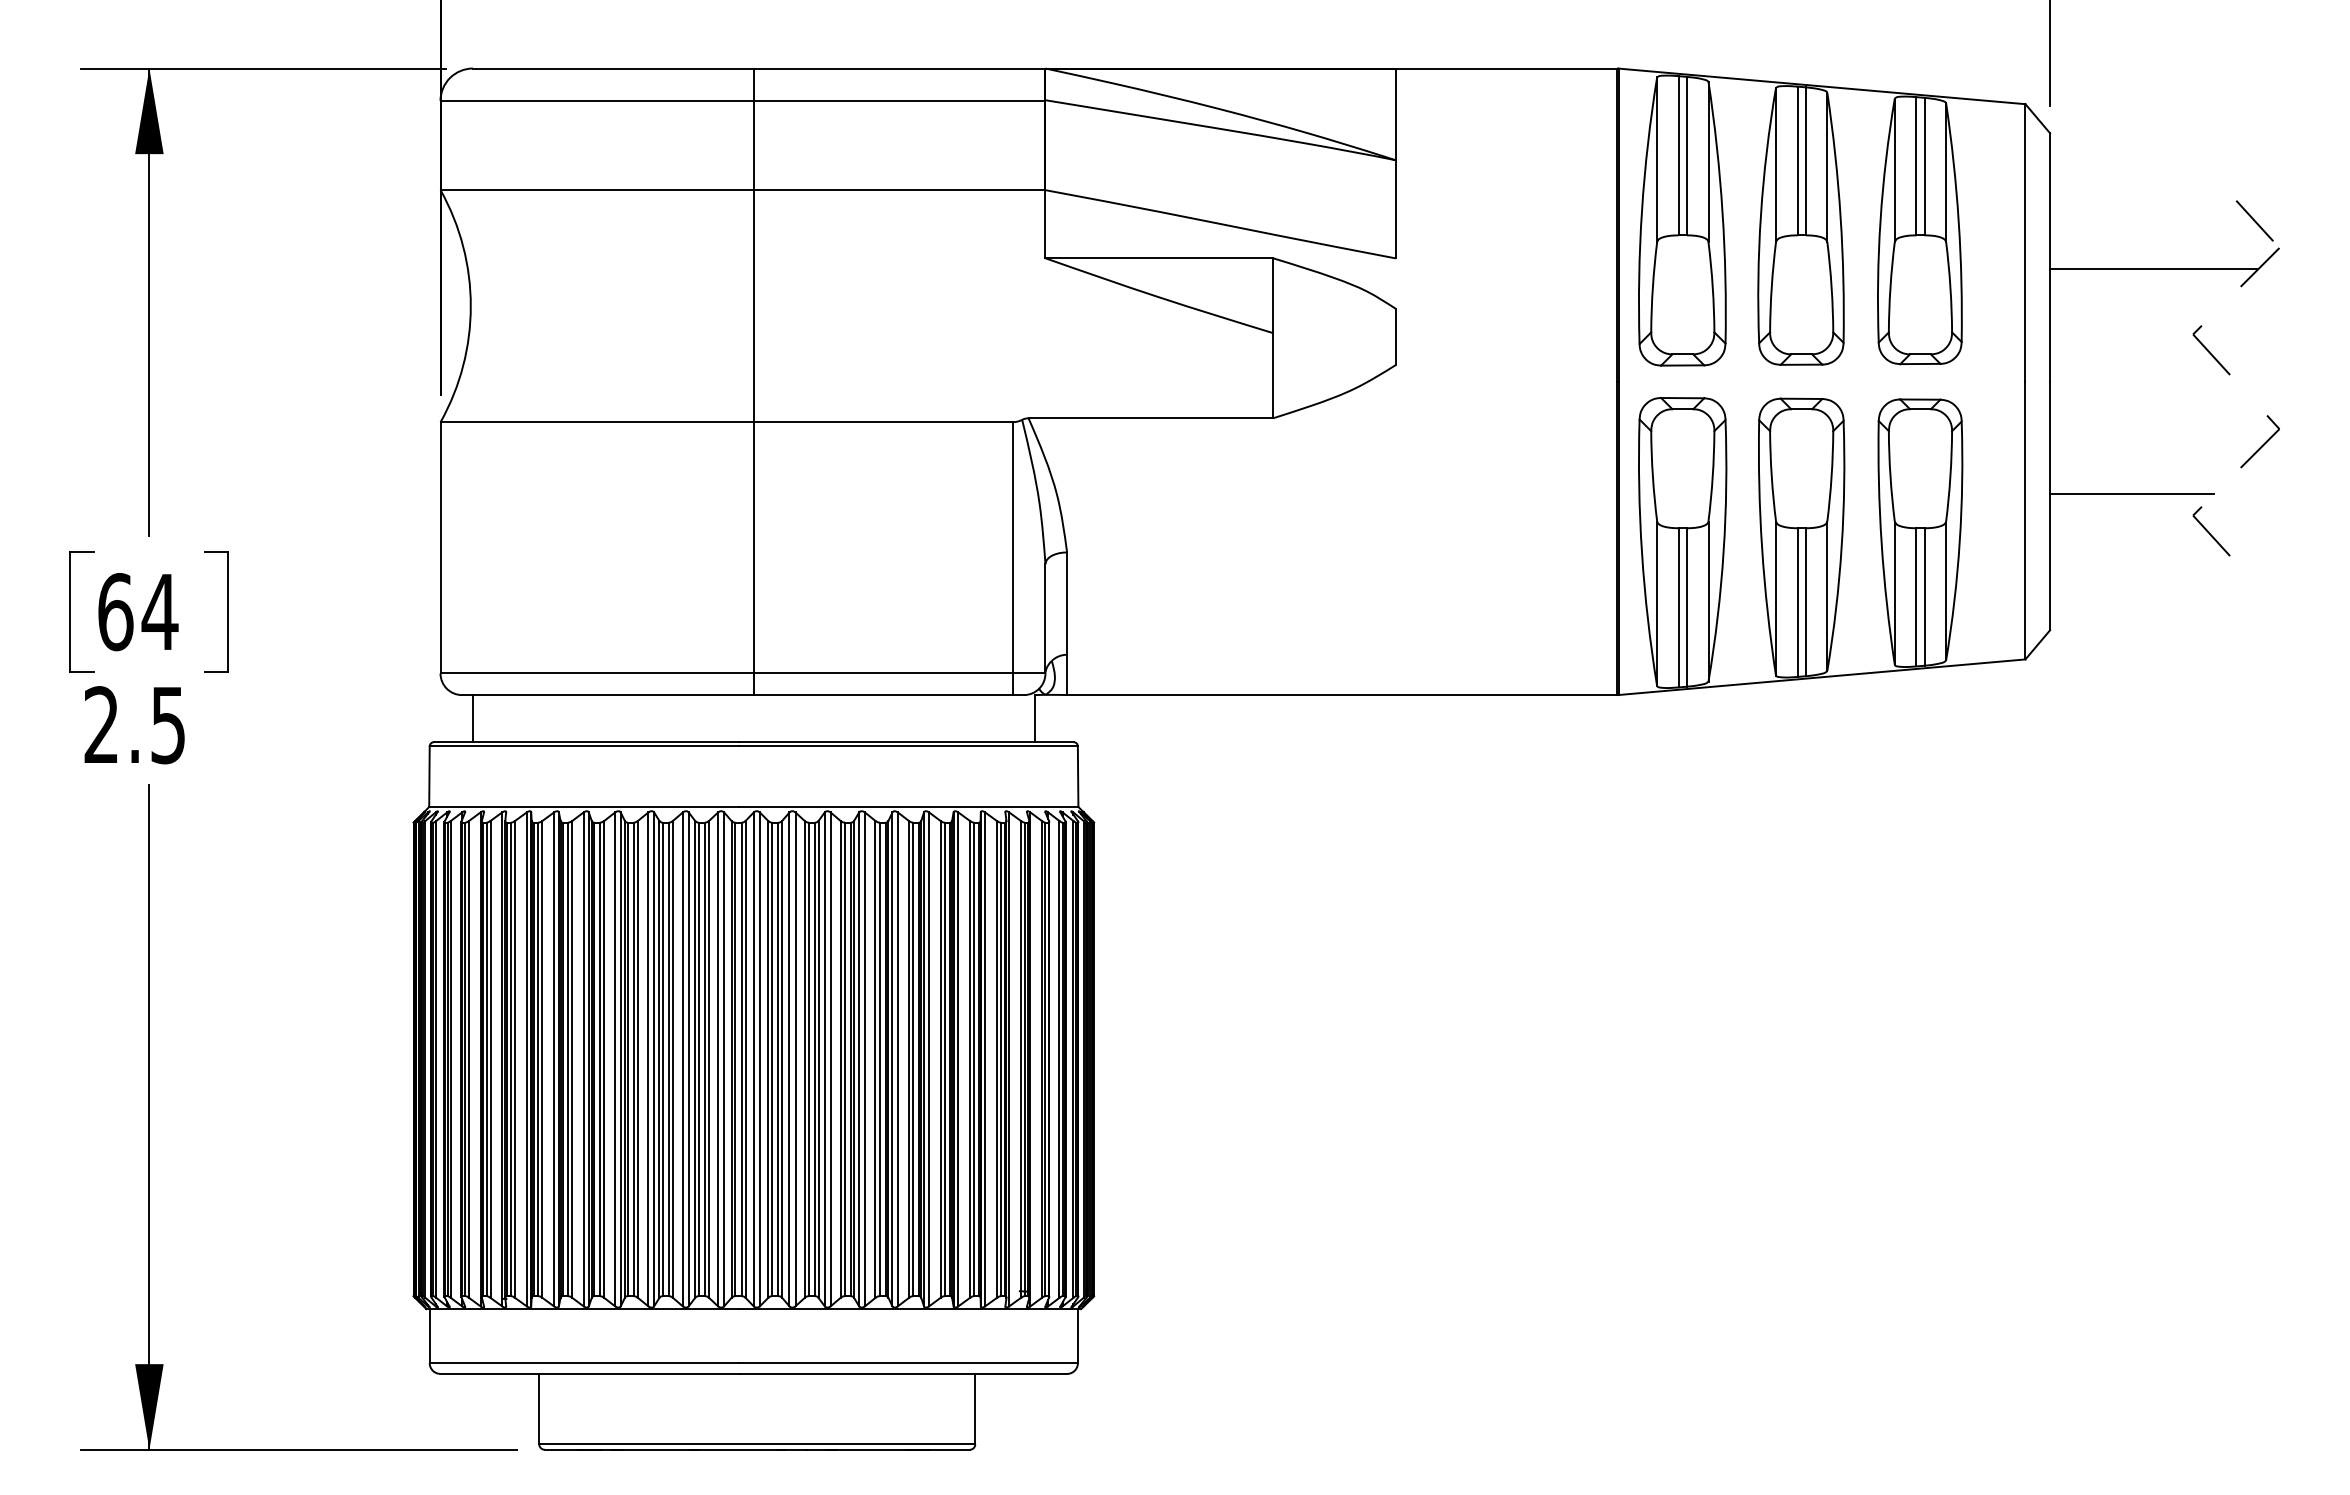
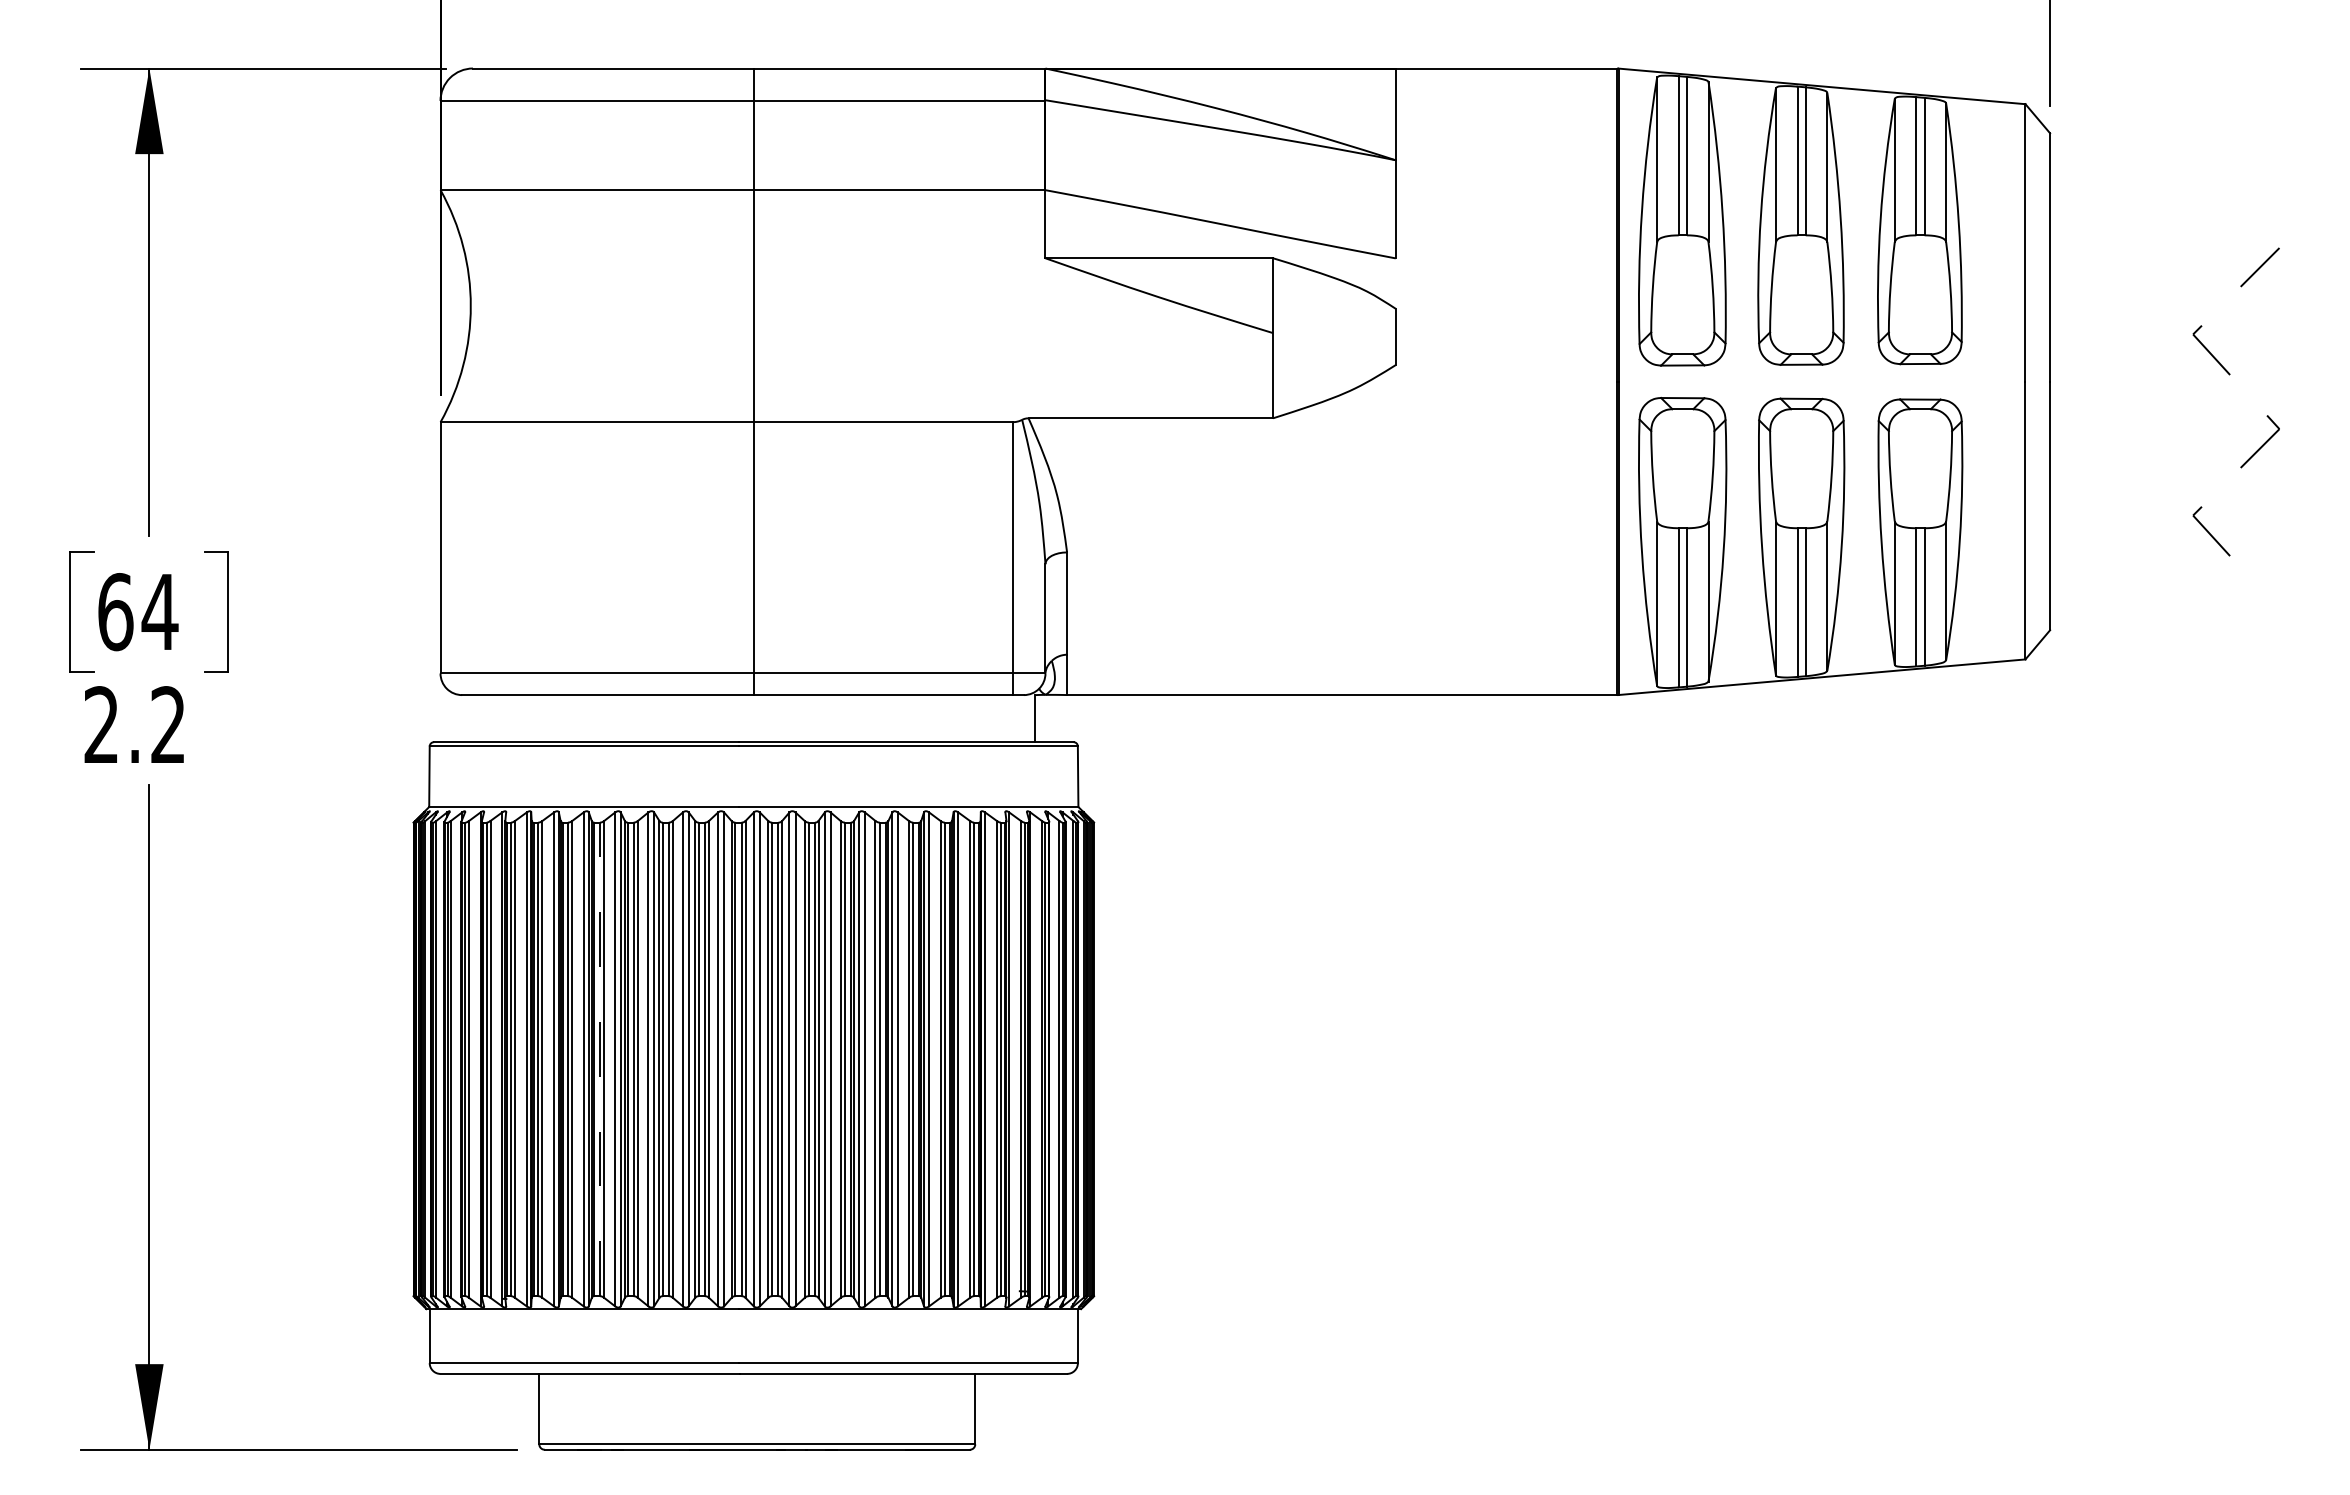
line at (2254, 220): present -> none
line at (2154, 269): present -> none
line at (2132, 494): present -> none
line at (472, 718): present -> none
text at (167, 725): 2.5 -> 2.2
line at (599, 1059): solid -> dashed
